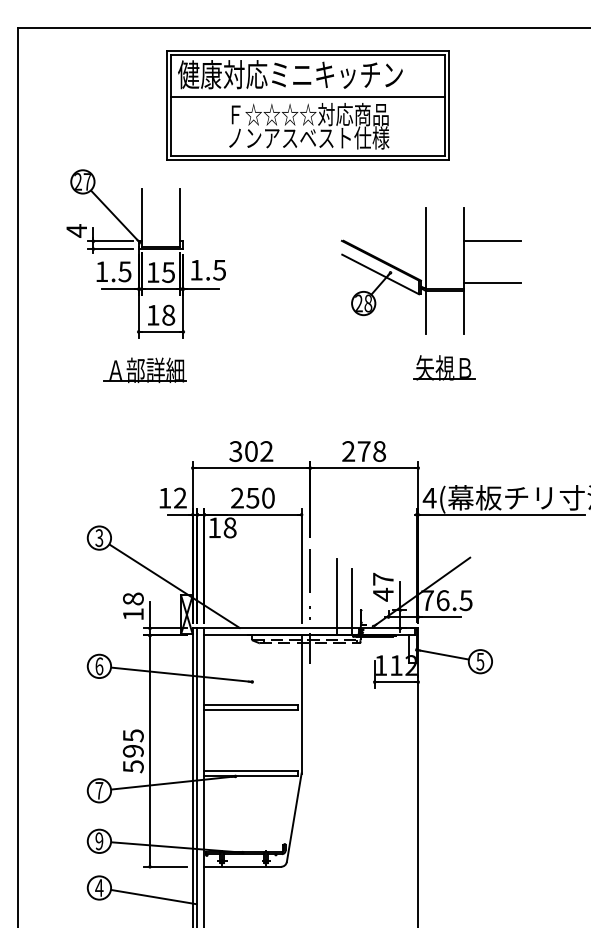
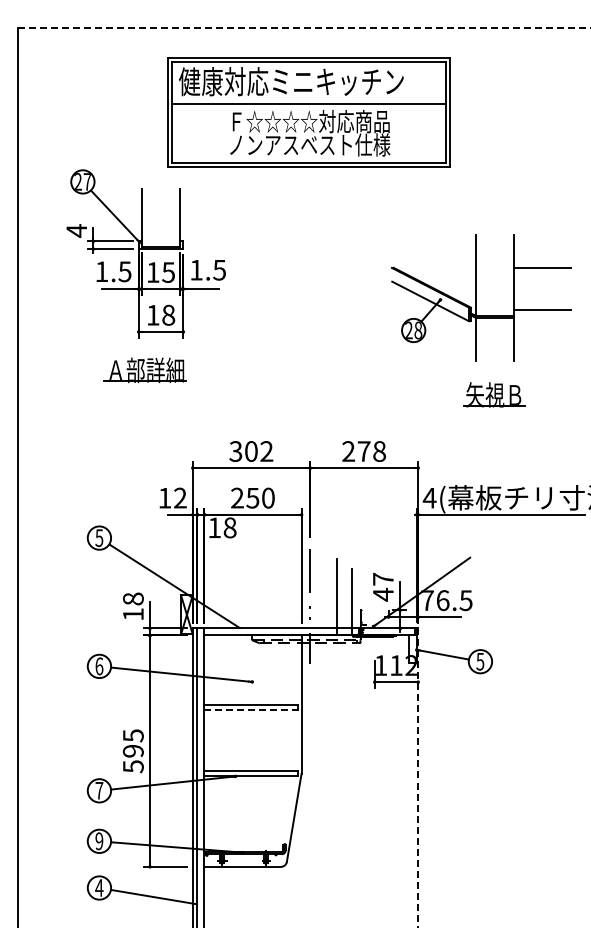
line at (304, 27): solid -> dashed
part at (307, 105) position: (307, 105) -> (308, 112)
part at (430, 293) position: (430, 293) -> (480, 320)
text at (99, 537): 3 -> 5
line at (251, 710): solid -> dashed
line at (418, 778): solid -> dashed
